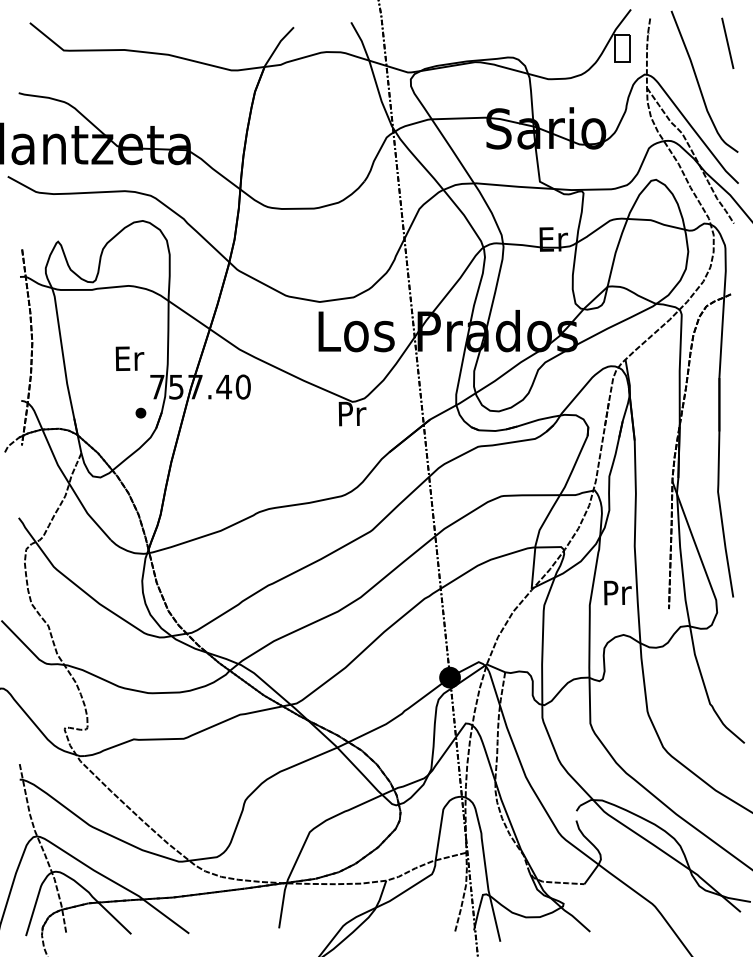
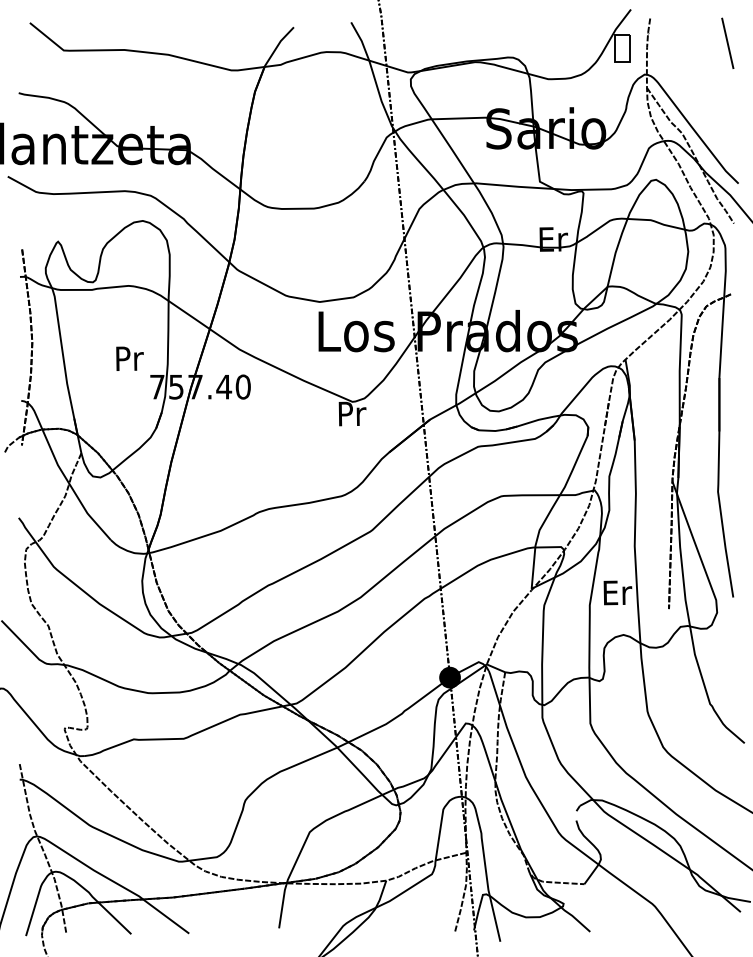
curve at (699, 83): present -> none
text at (129, 358): Er -> Pr
part at (140, 412): present -> none
text at (617, 592): Pr -> Er
